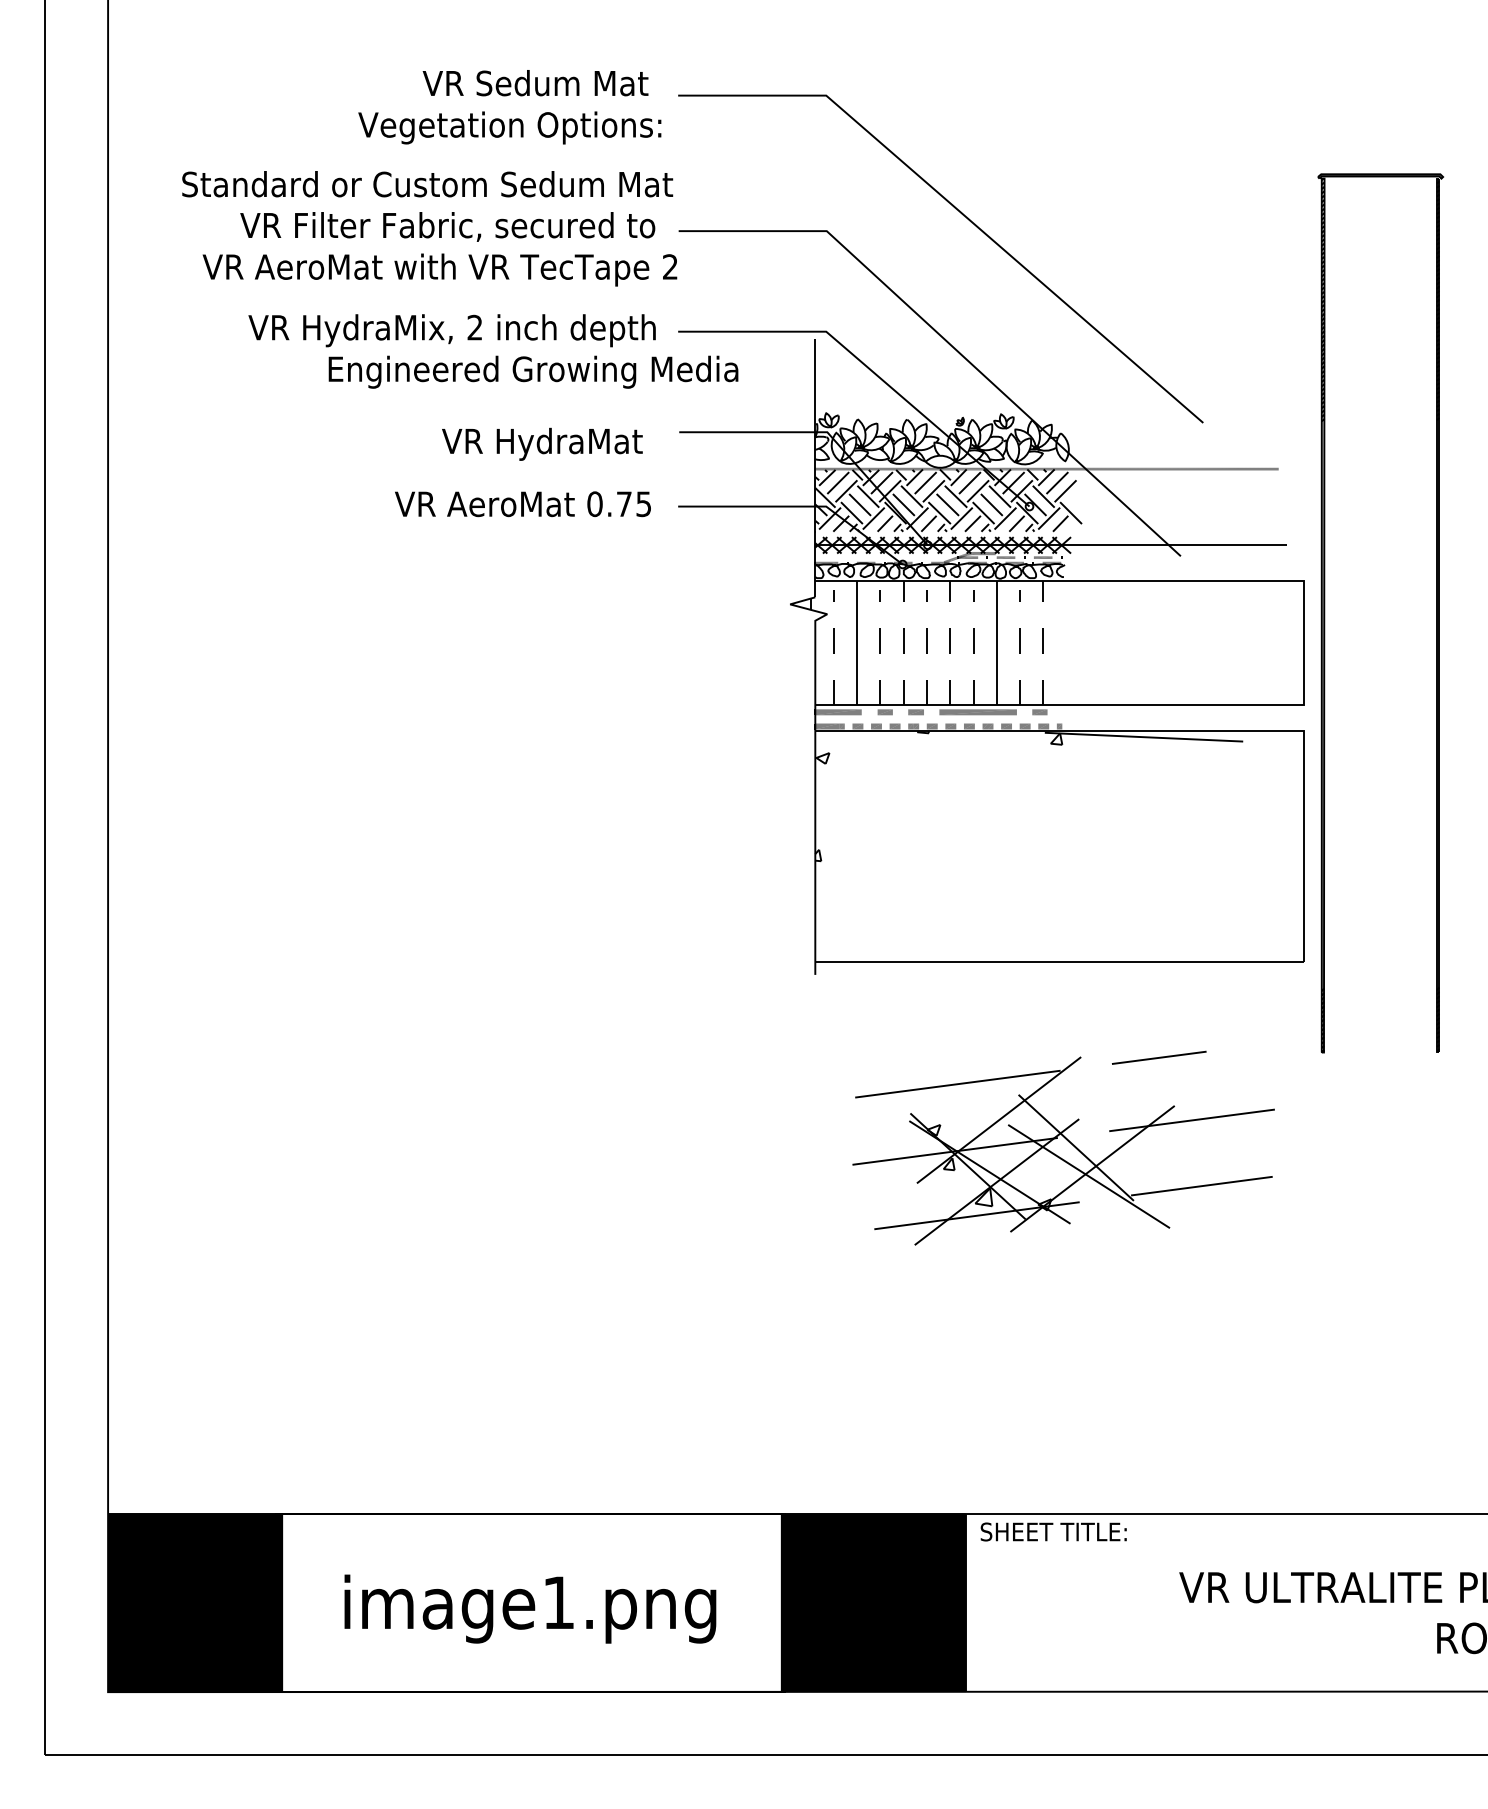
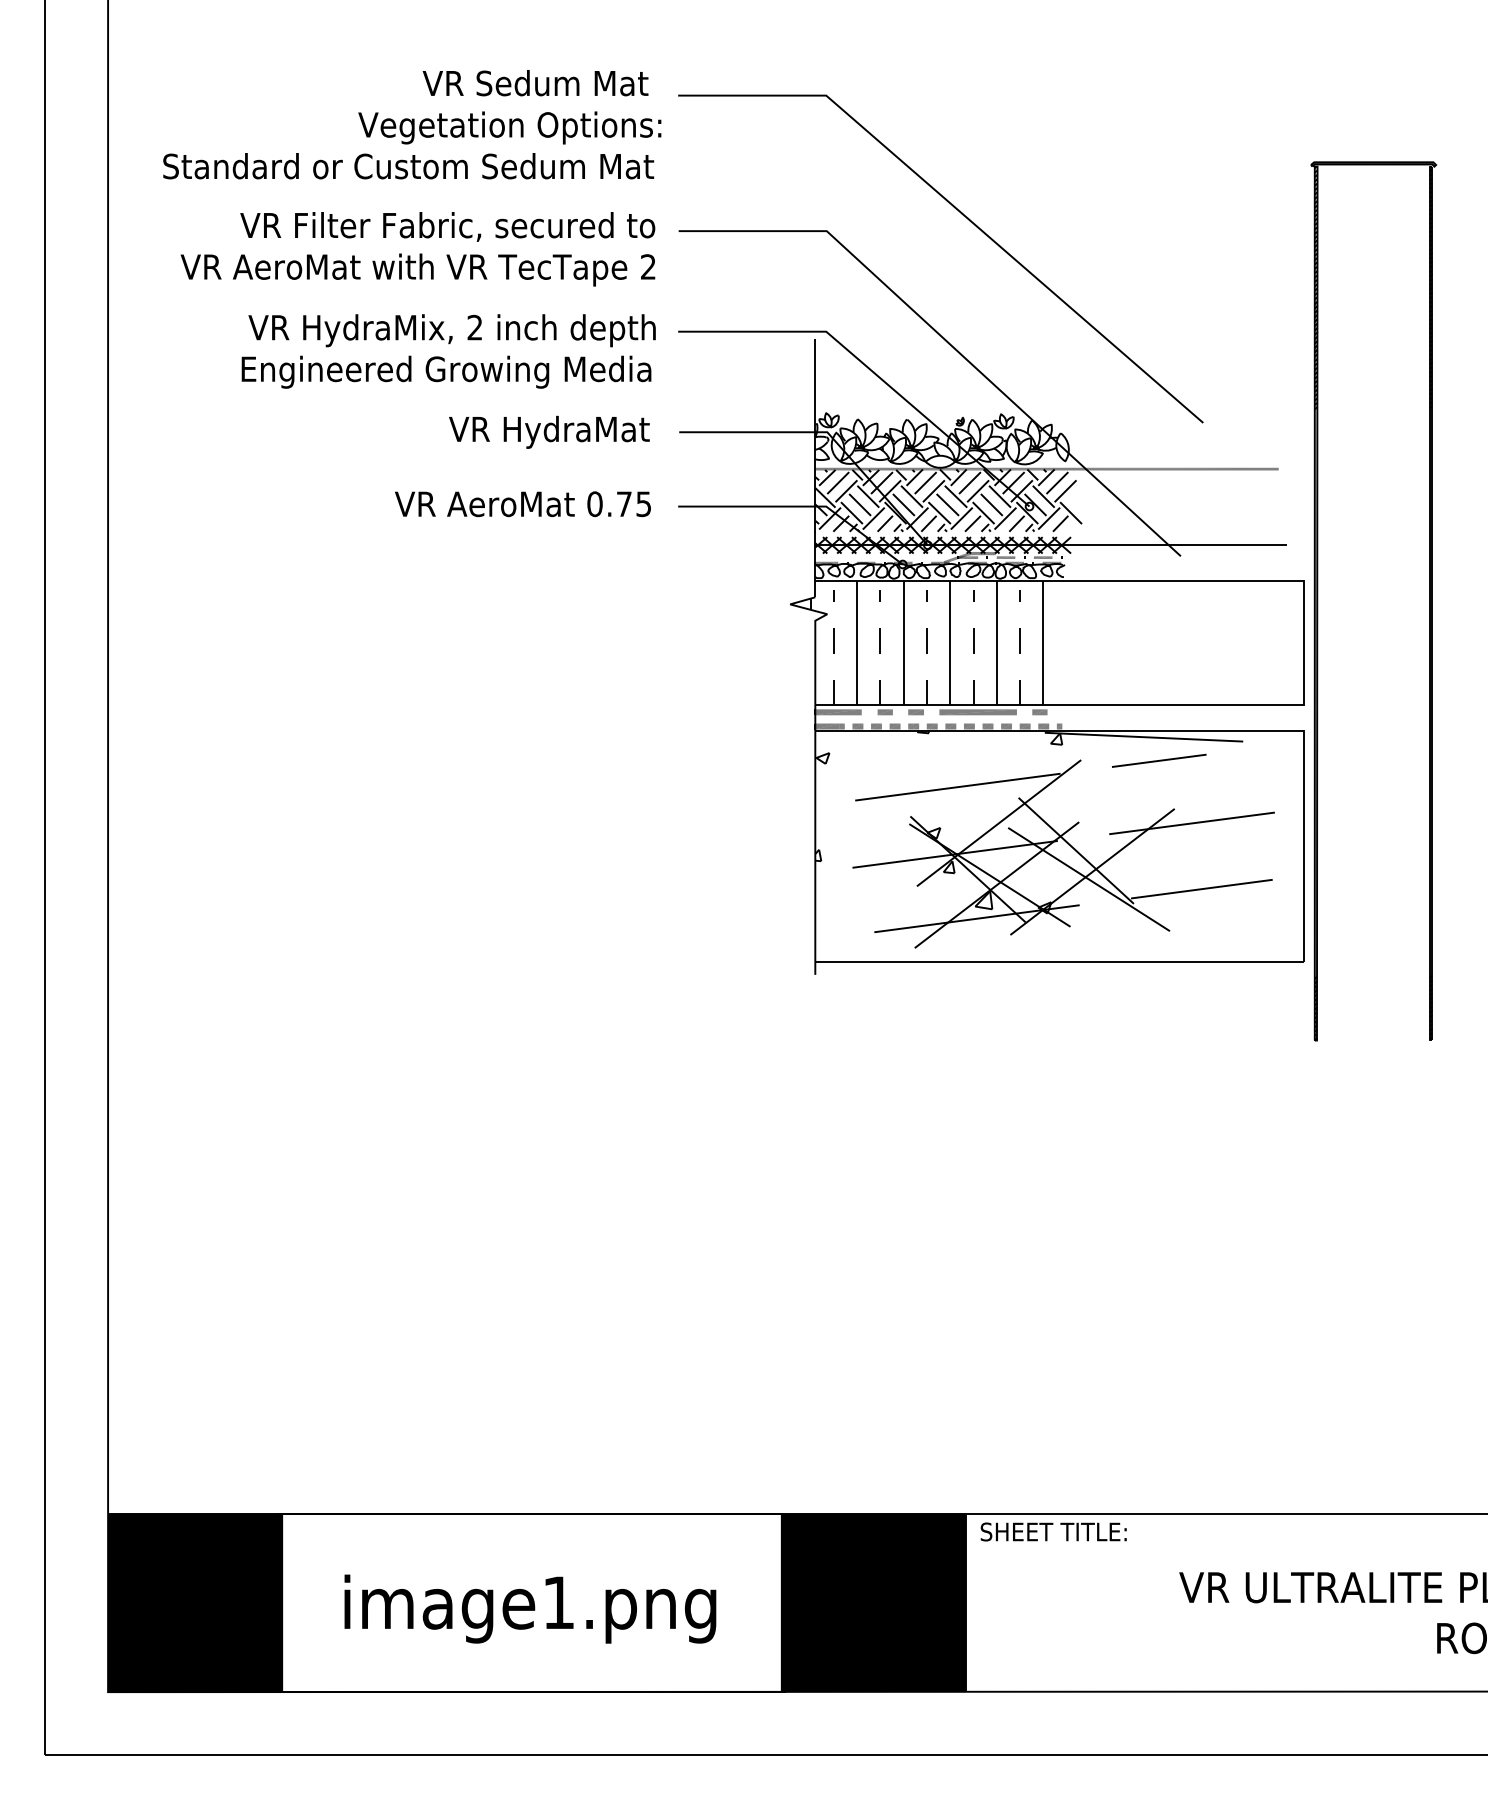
text at (427, 184) position: (427, 184) -> (408, 166)
text at (439, 269) position: (439, 269) -> (417, 269)
text at (533, 371) position: (533, 371) -> (446, 371)
text at (542, 443) position: (542, 443) -> (549, 431)
part at (1325, 613) position: (1325, 613) -> (1318, 601)
line at (903, 642): dashed -> solid
line at (950, 642): dashed -> solid
line at (1043, 642): dashed -> solid
part at (1063, 1147) position: (1063, 1147) -> (1063, 850)
